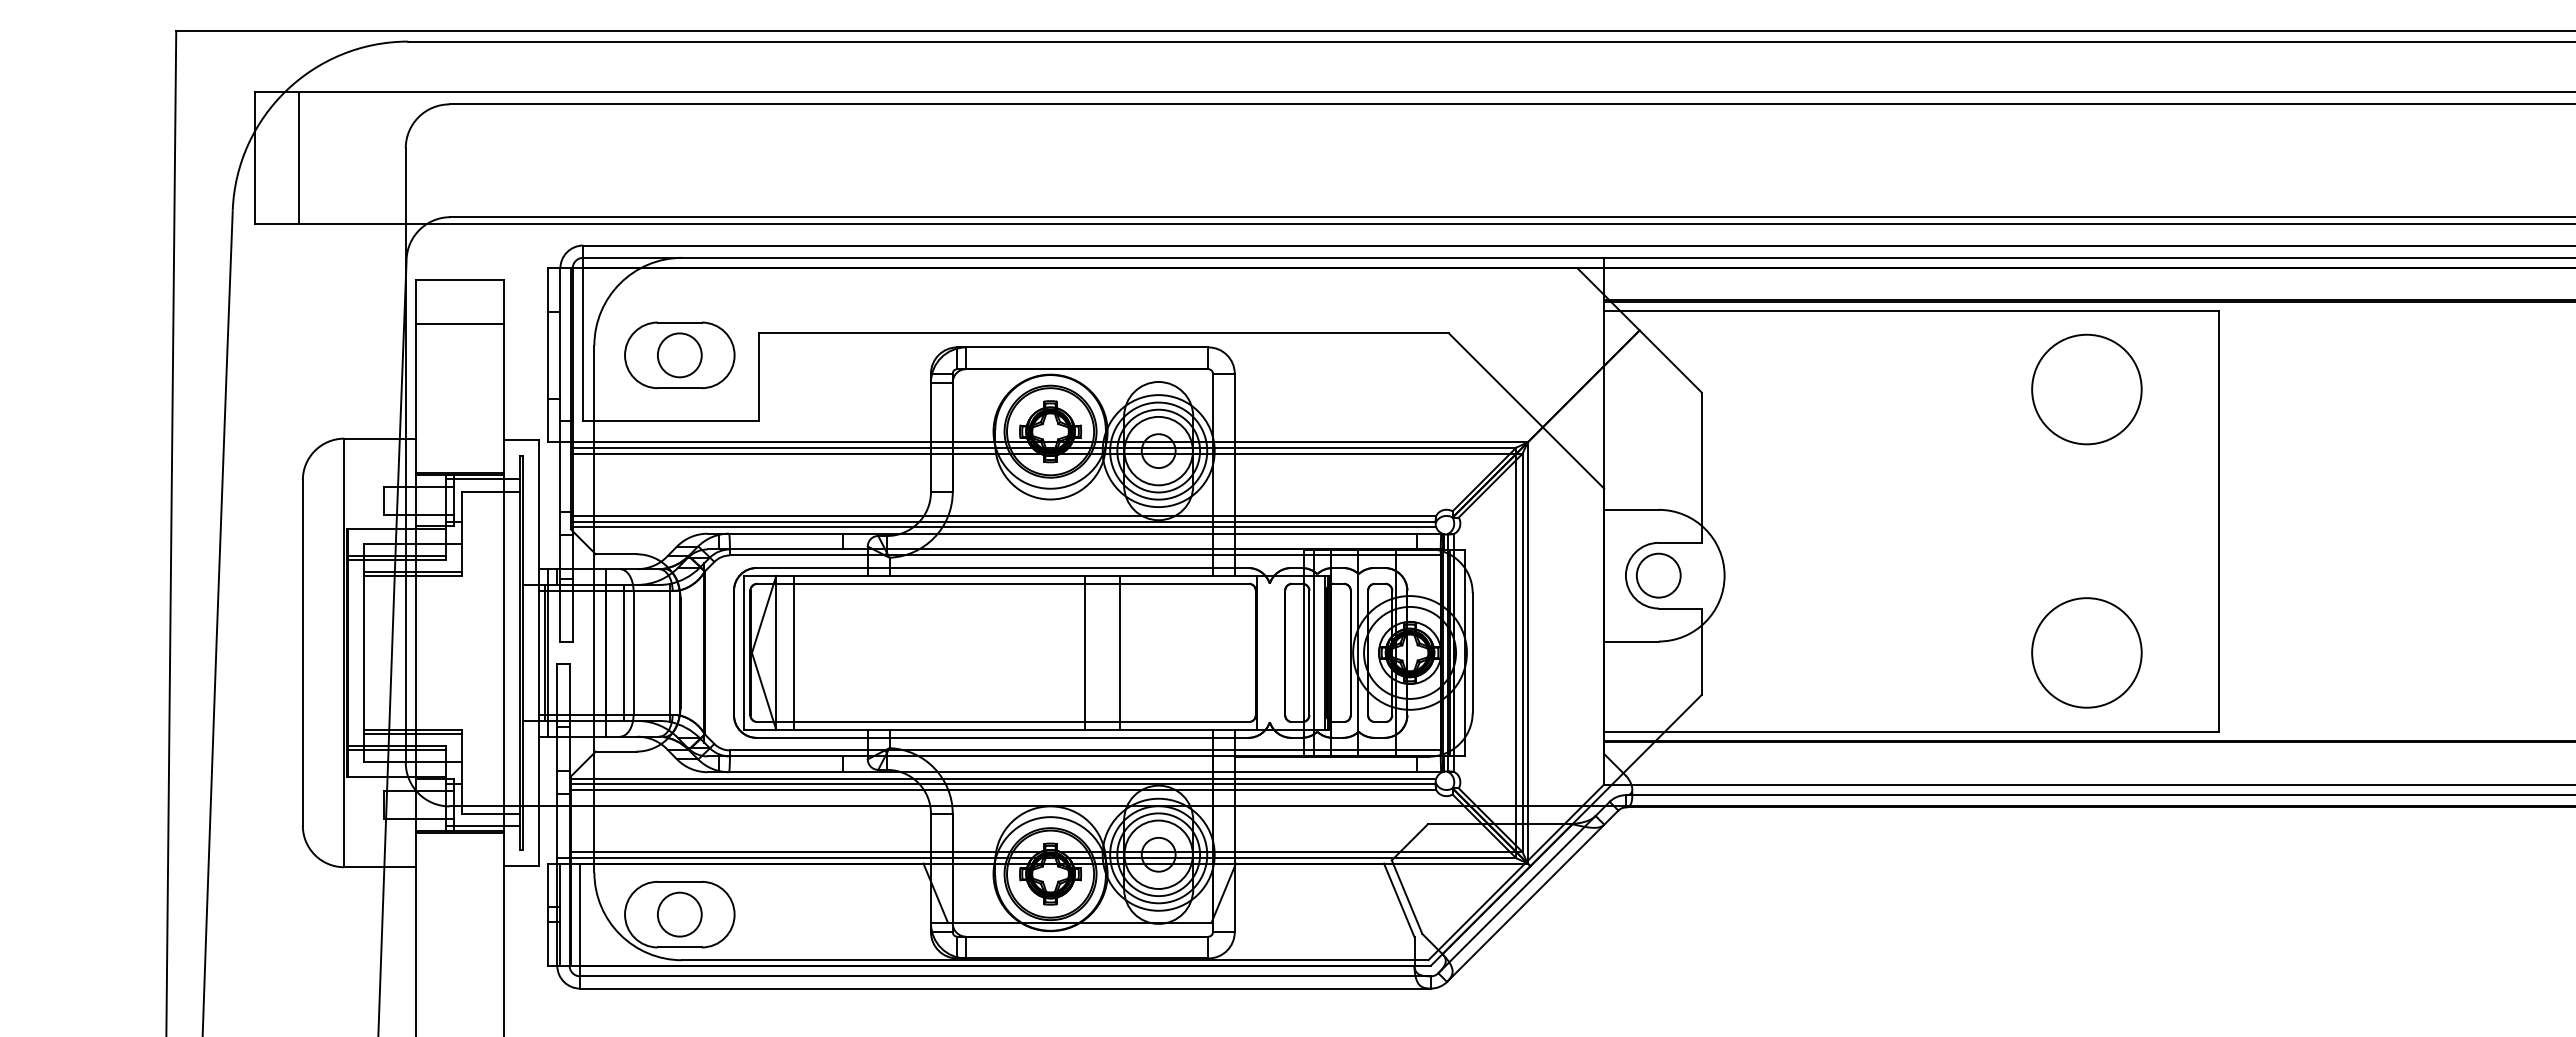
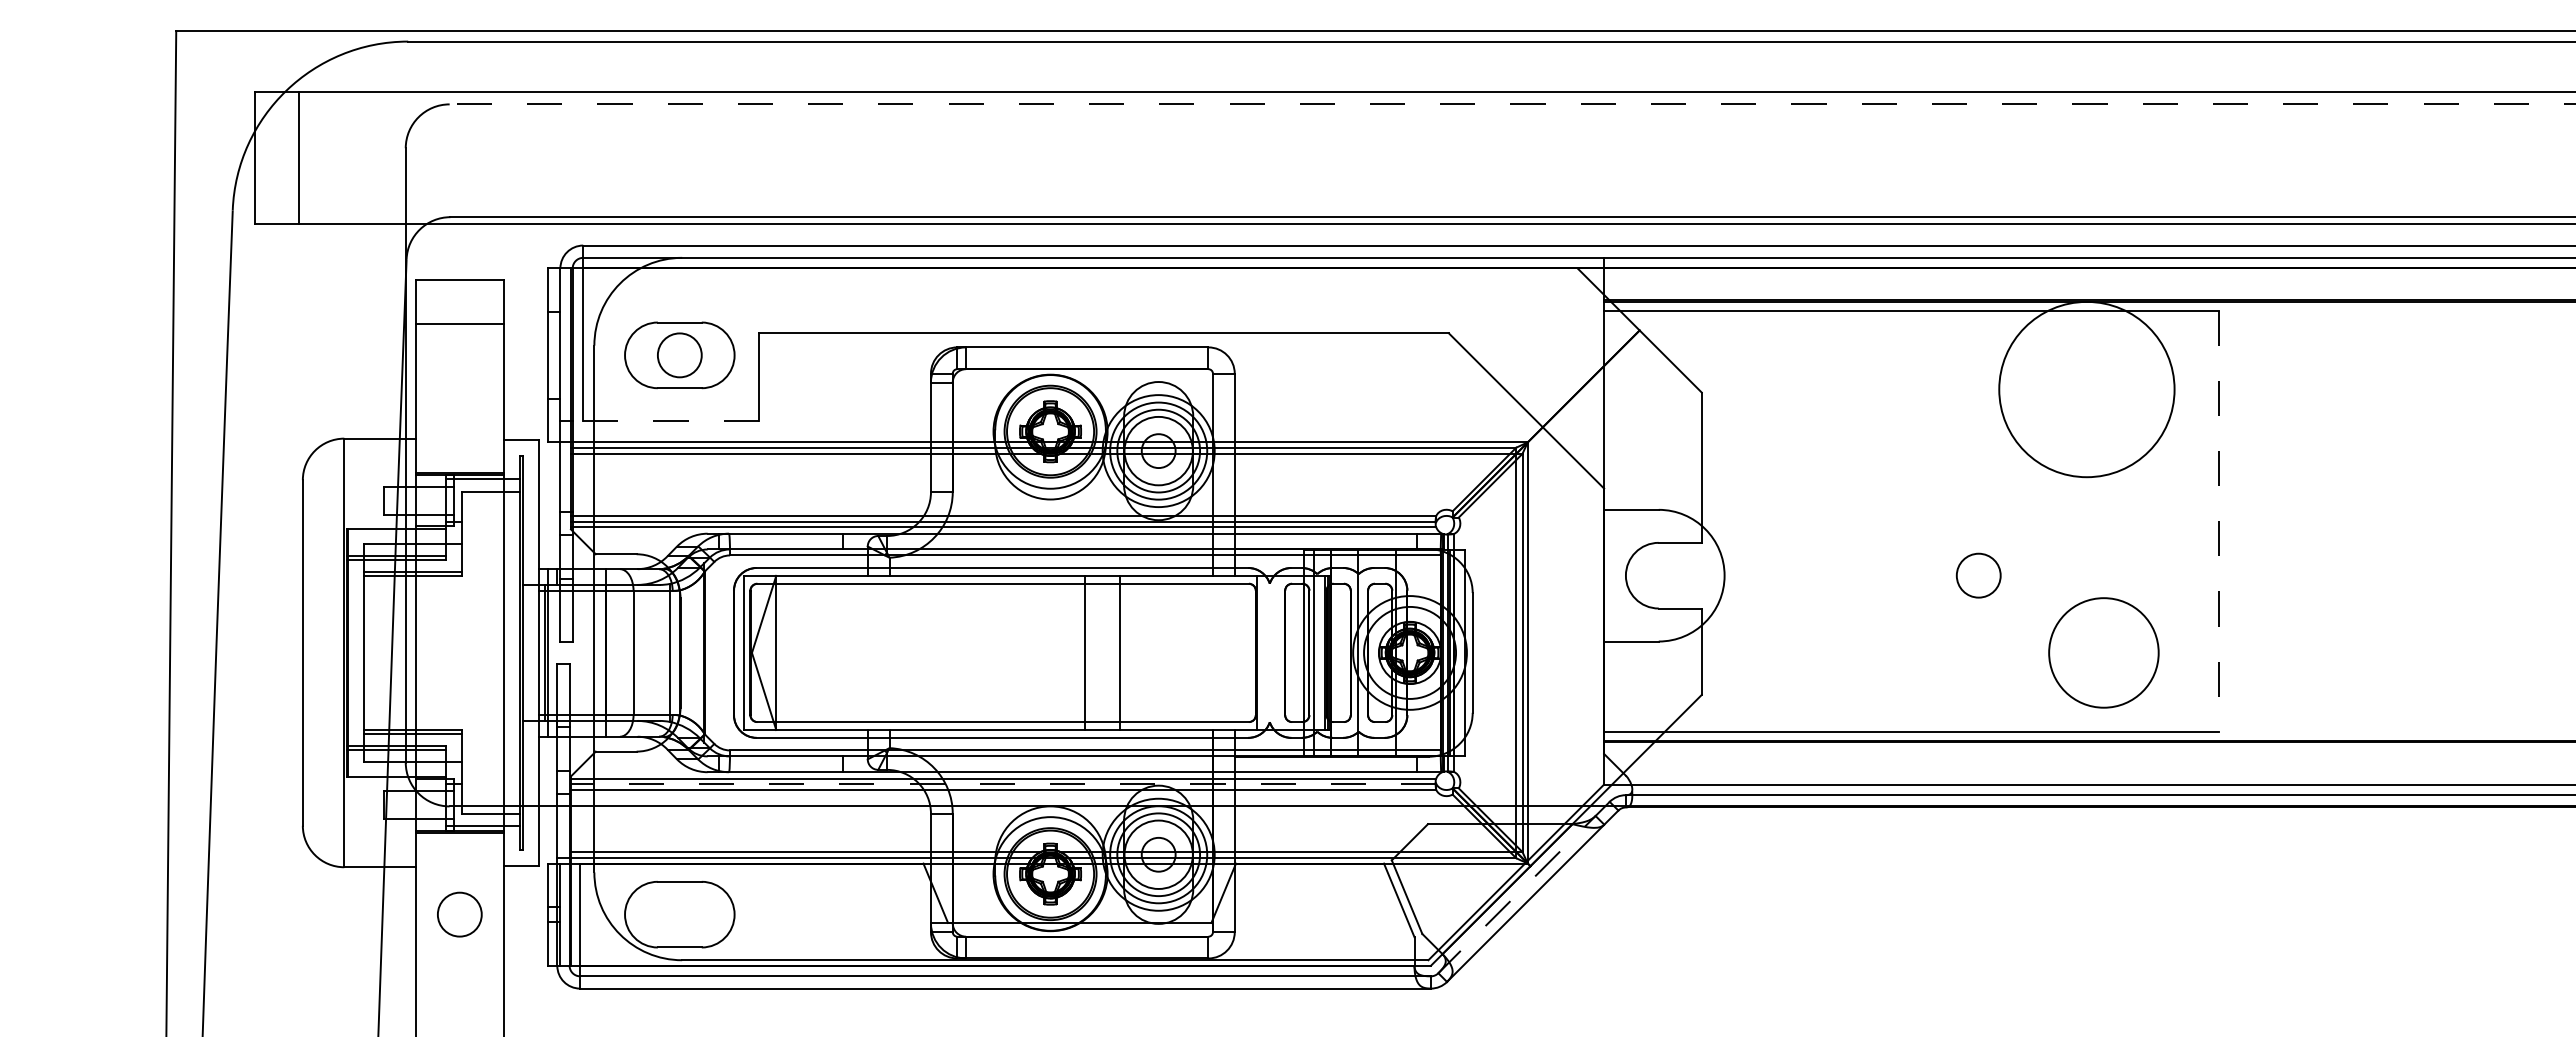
line at (1511, 104): solid -> dashed
circle at (2086, 389) diameter: 110 px -> 175 px
line at (671, 421): solid -> dashed
line at (2218, 521): solid -> dashed
circle at (1658, 575) position: (1658, 575) -> (1978, 575)
line at (623, 652): present -> none
line at (793, 652): present -> none
circle at (2086, 652) position: (2086, 652) -> (2103, 652)
line at (1003, 783): solid -> dashed
line at (1523, 887): solid -> dashed
circle at (679, 914) position: (679, 914) -> (459, 914)
